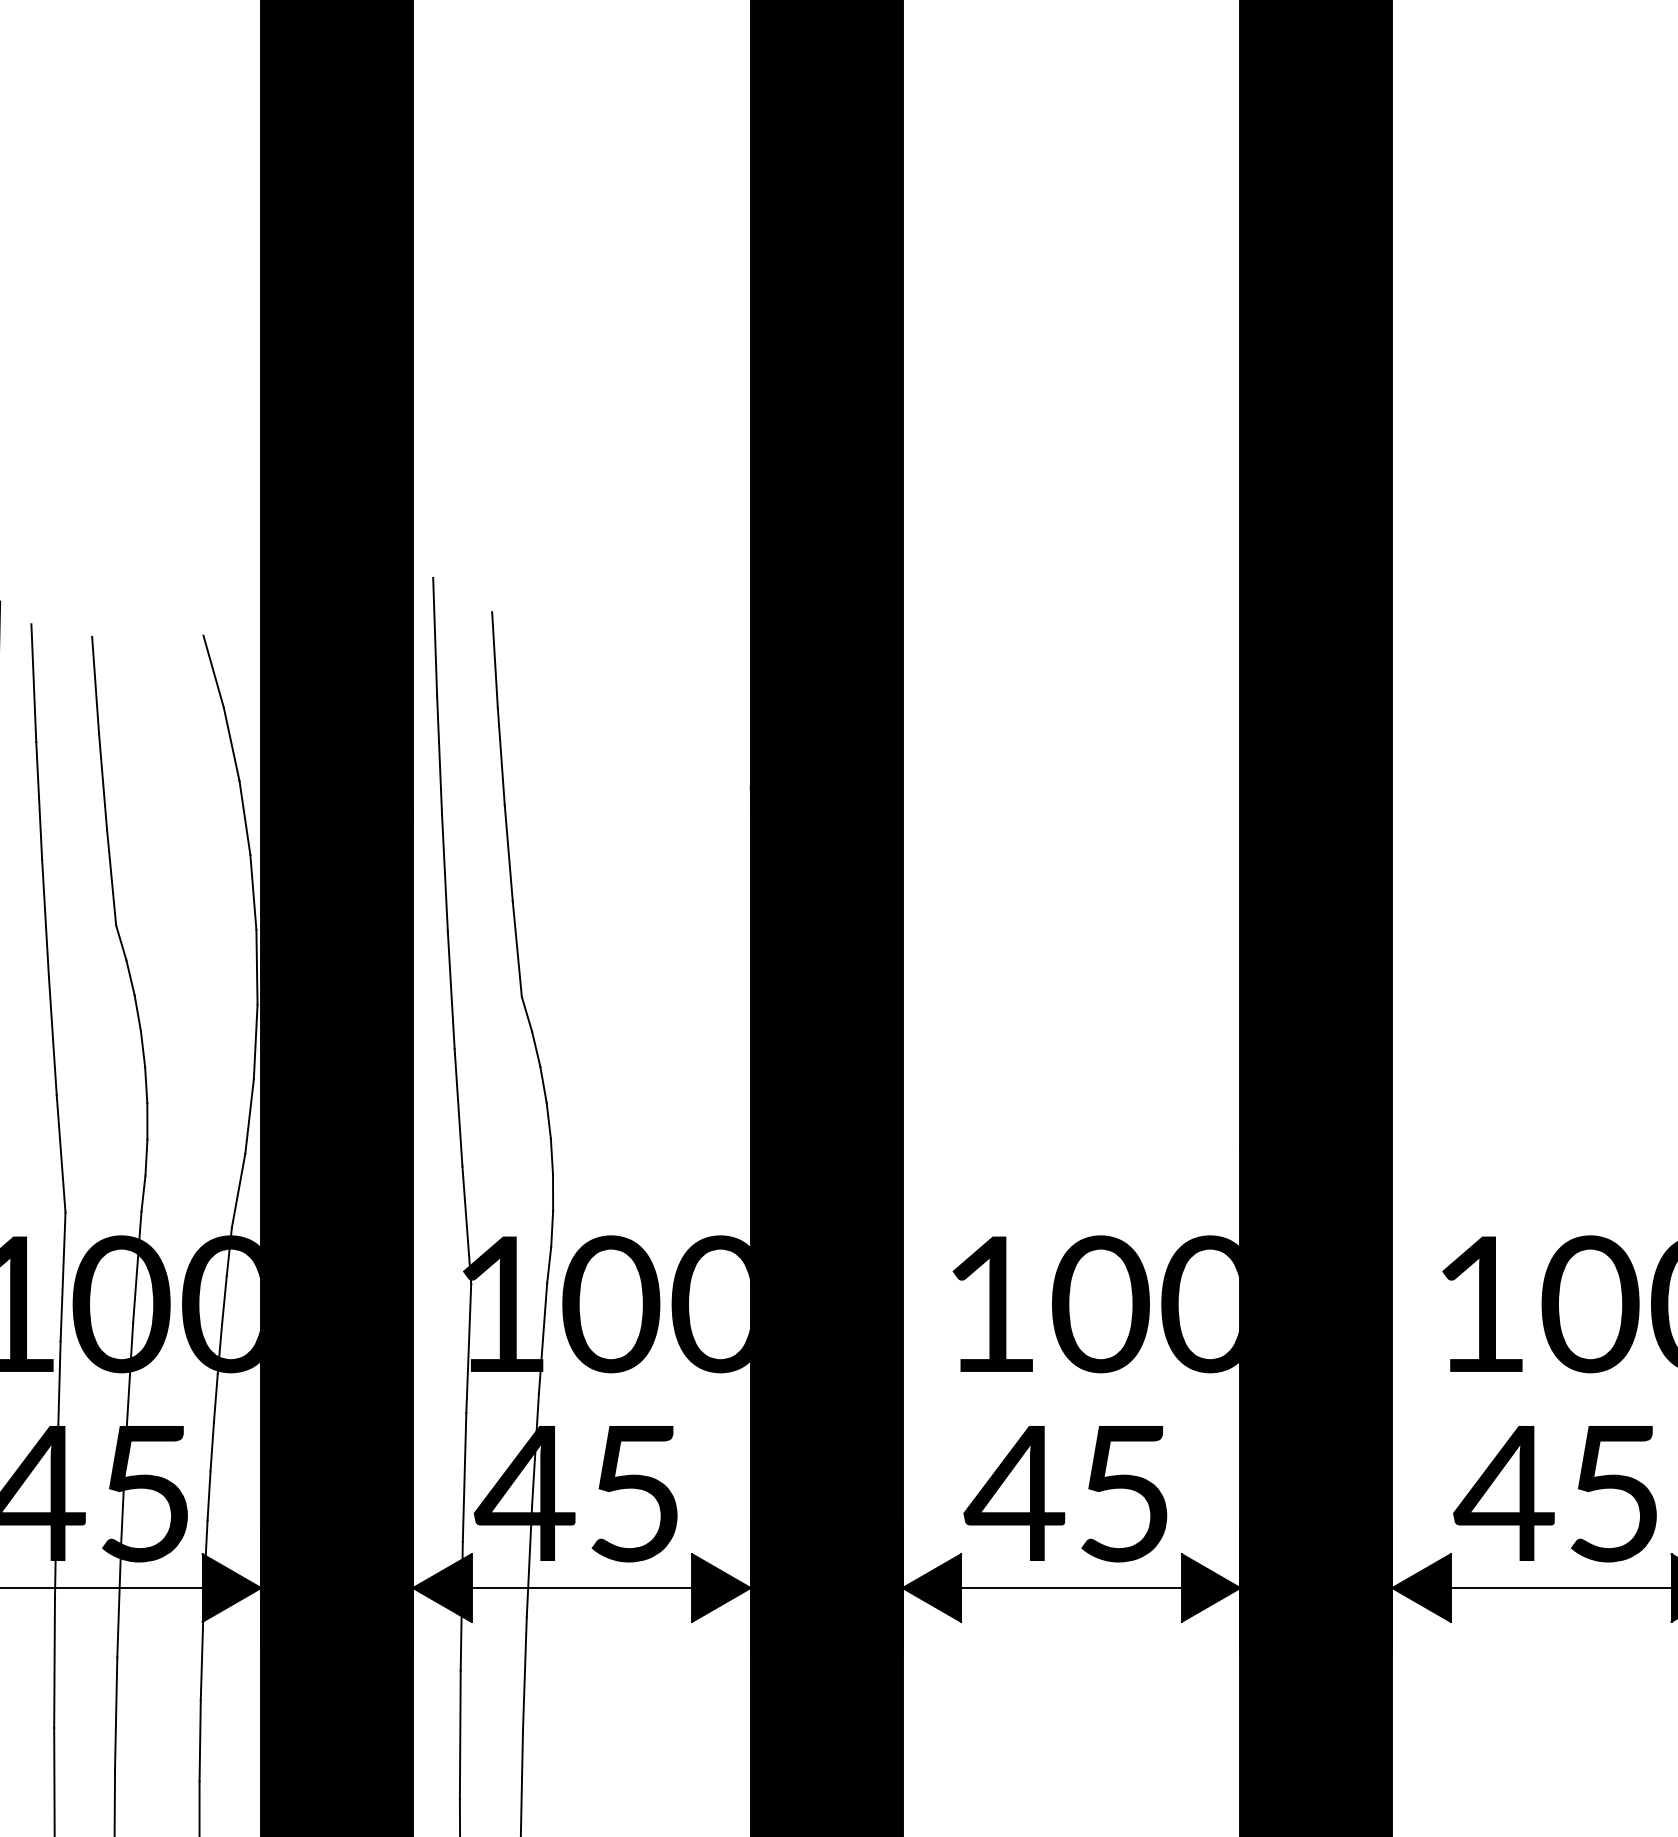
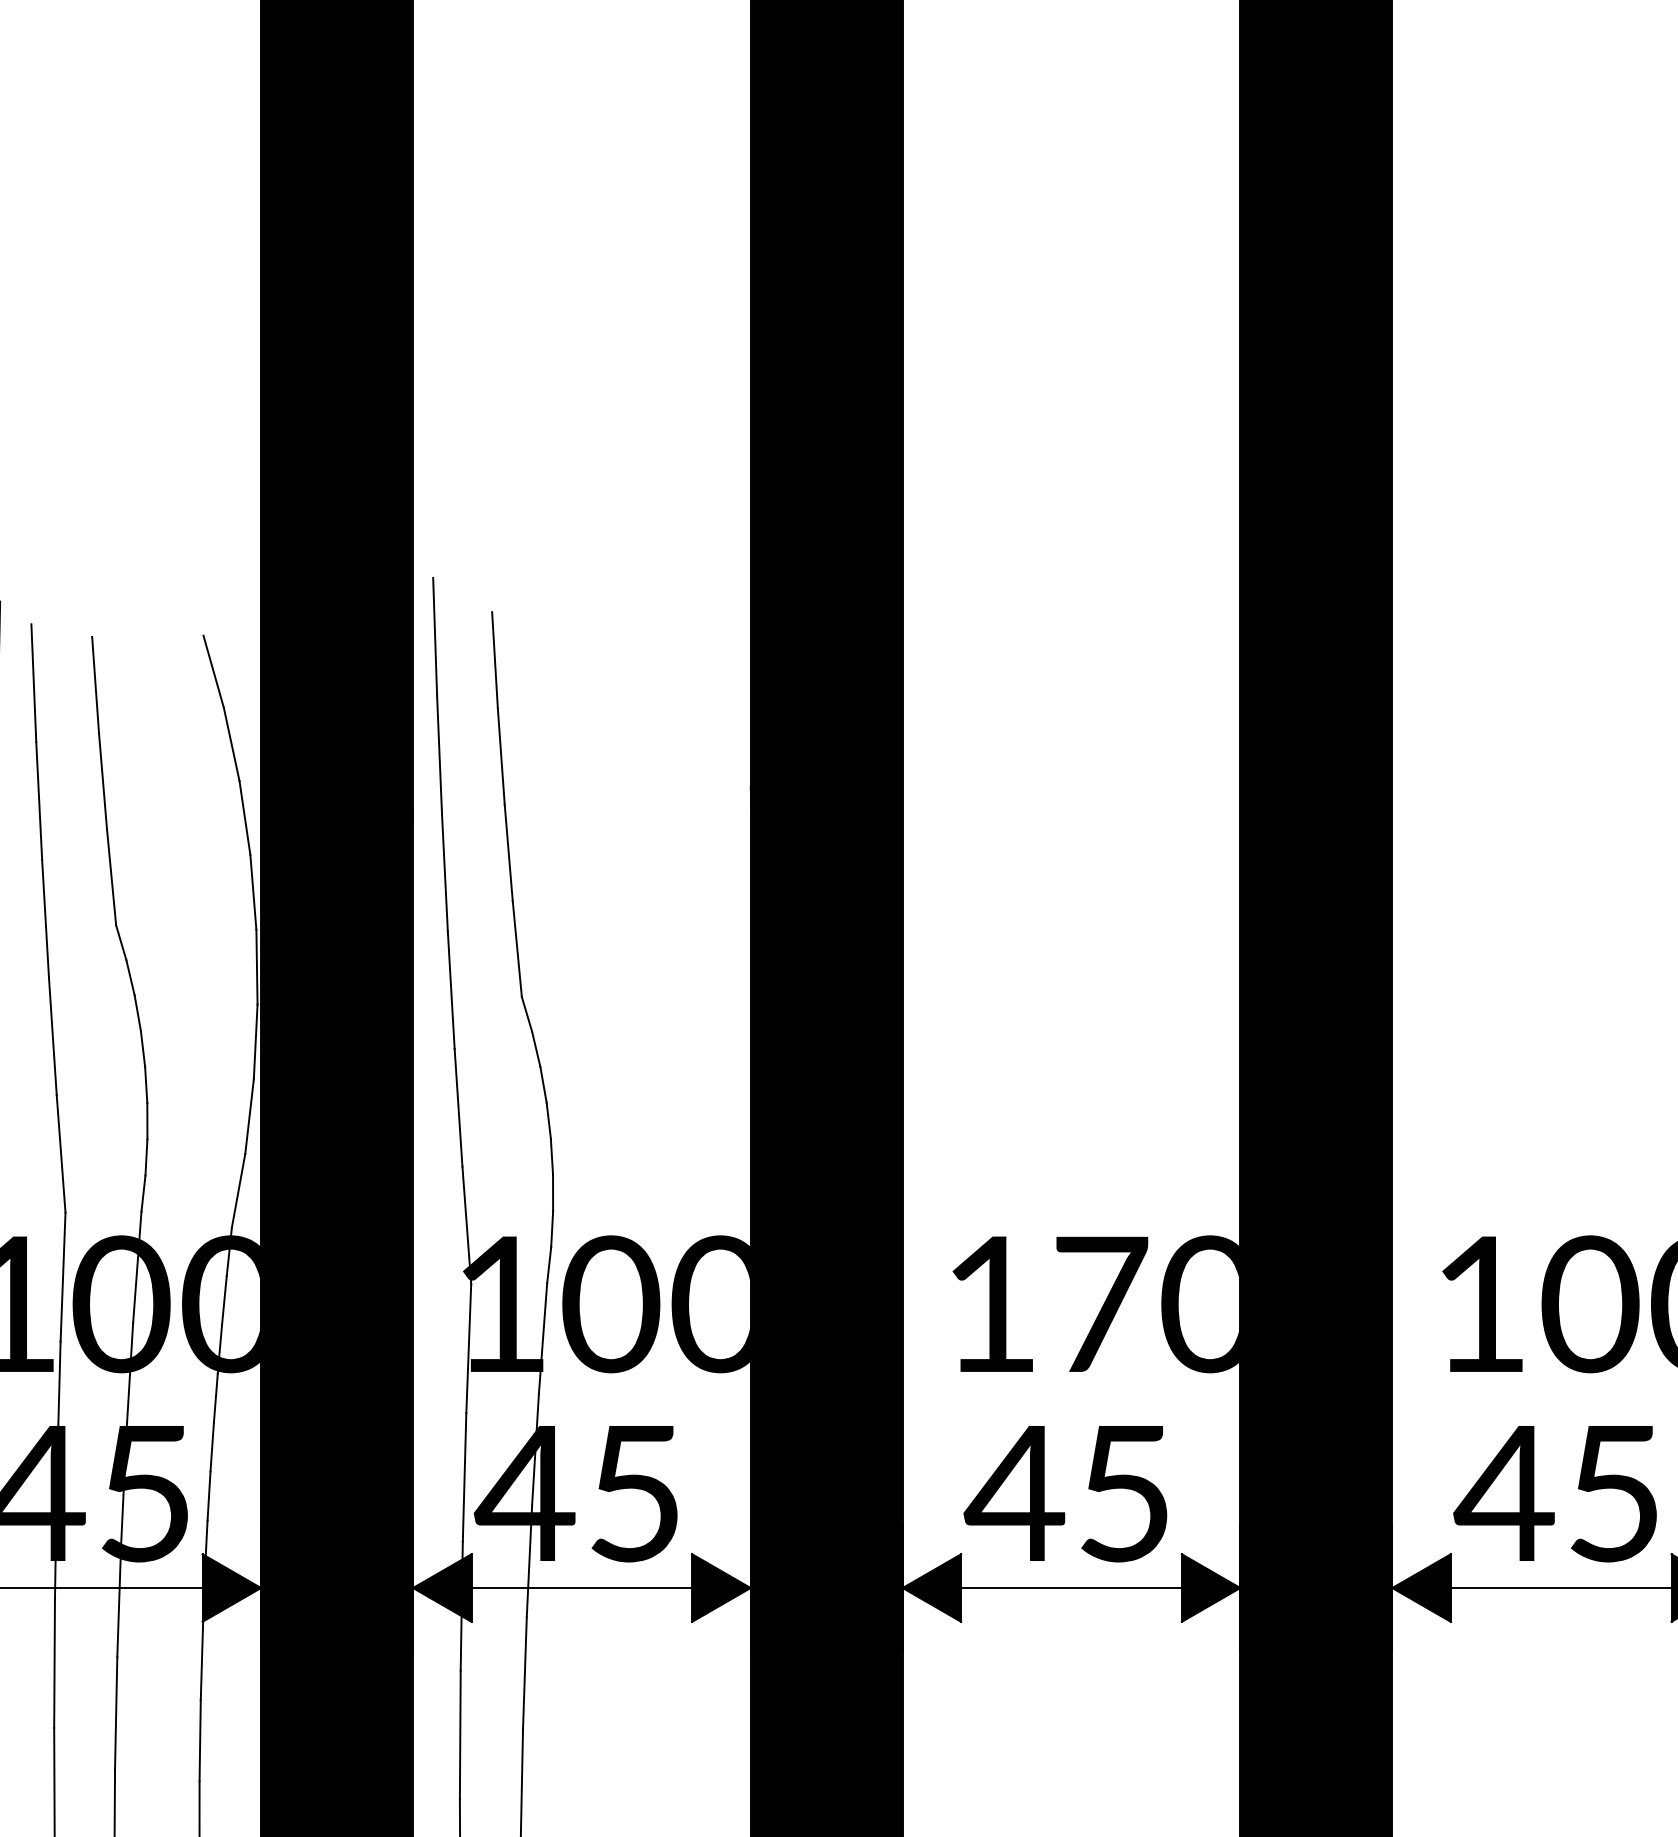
text at (1100, 1304): 100 -> 170
